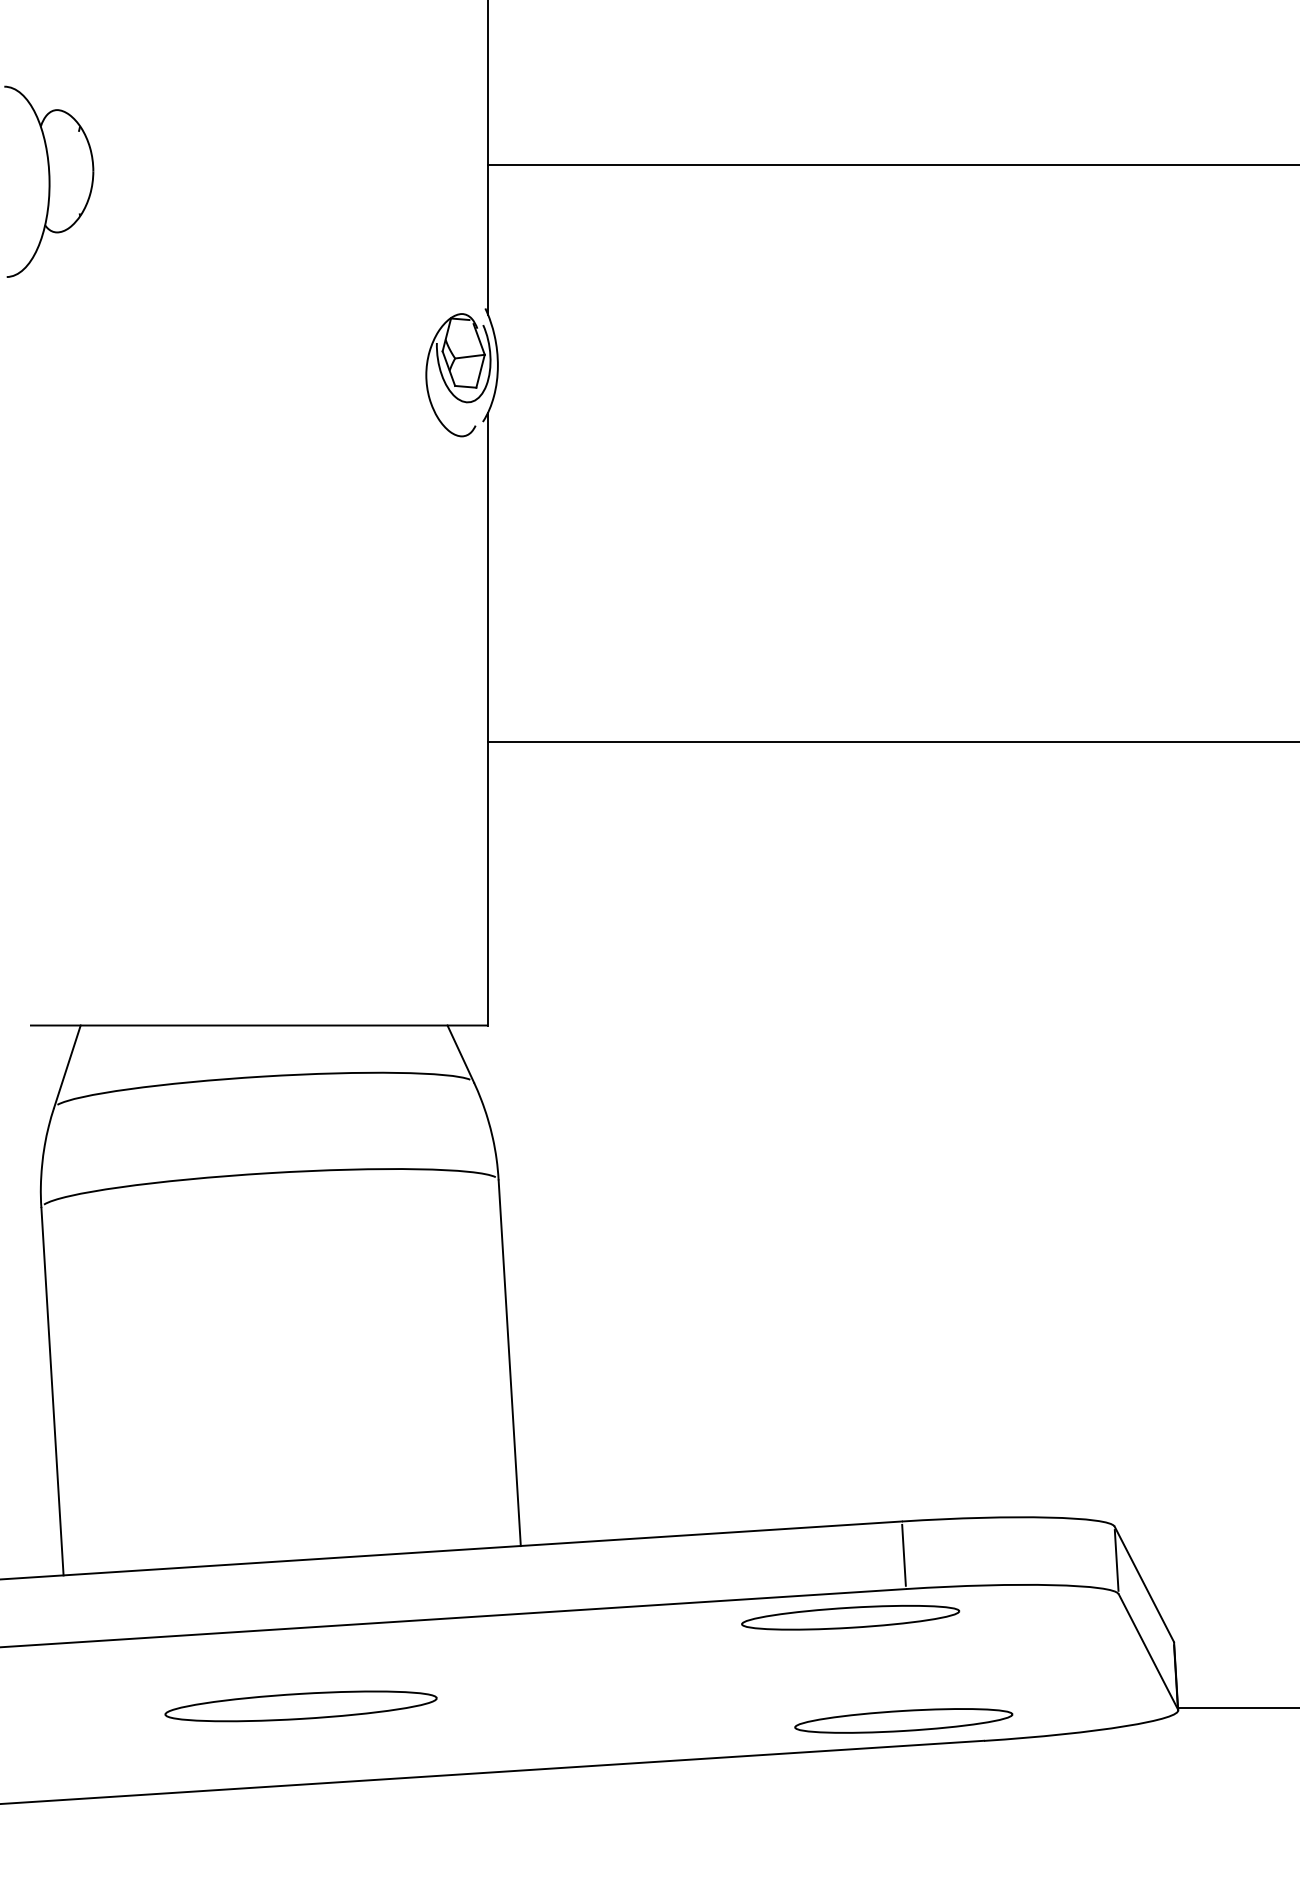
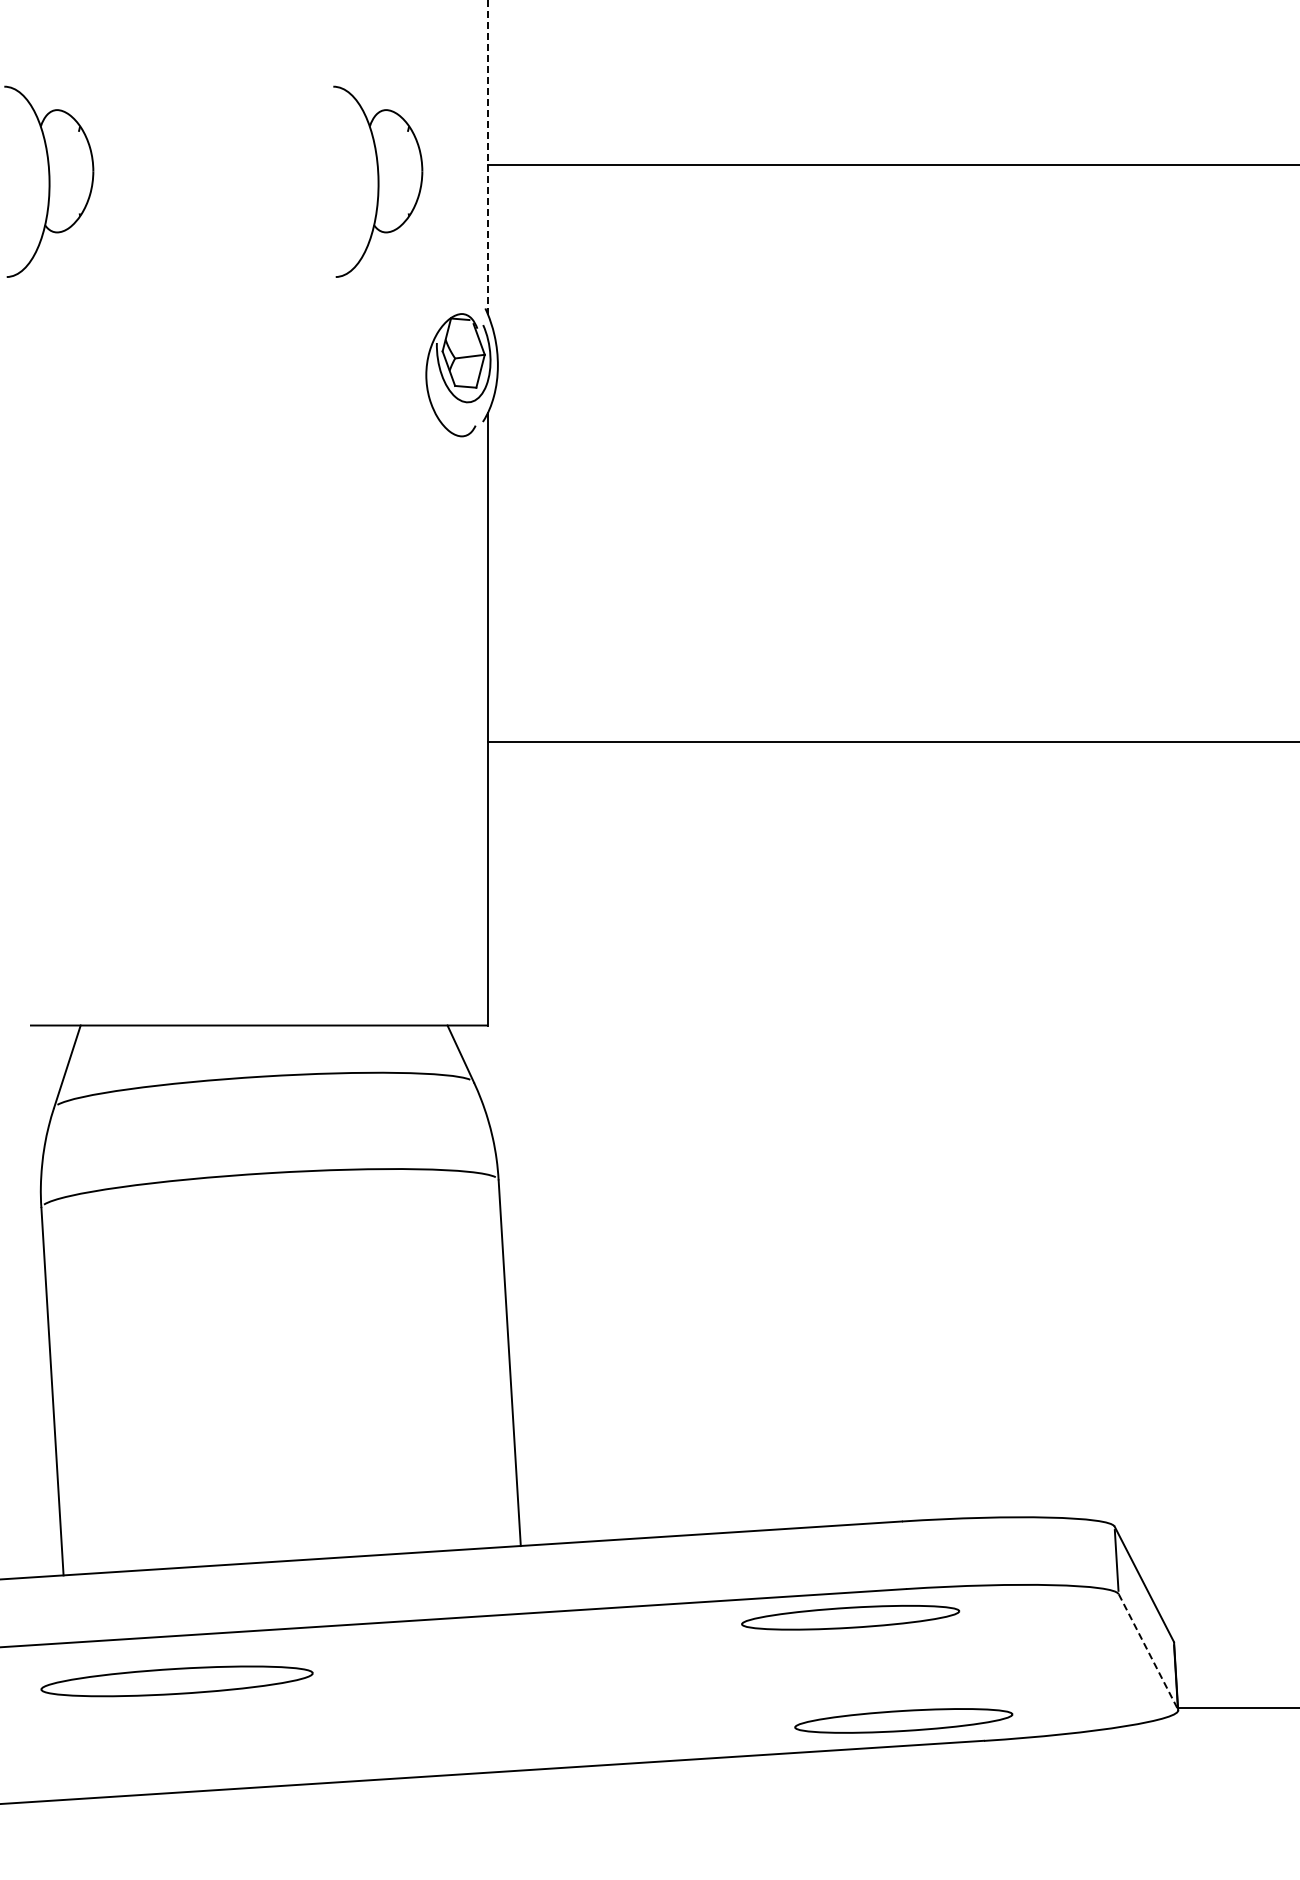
line at (488, 157): solid -> dashed
part at (378, 181): none -> present
line at (903, 1554): present -> none
line at (1148, 1651): solid -> dashed
part at (300, 1706) position: (300, 1706) -> (176, 1681)
